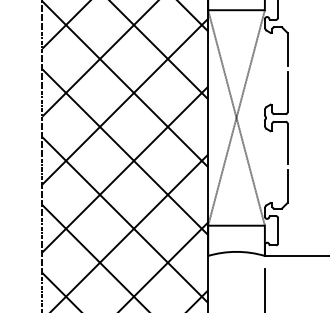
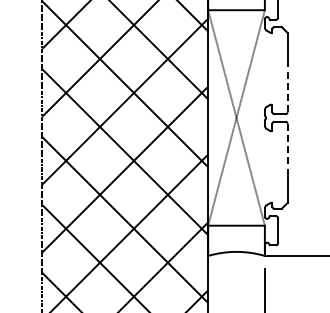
line at (287, 92): solid -> dashed
line at (287, 144): solid -> dashed
